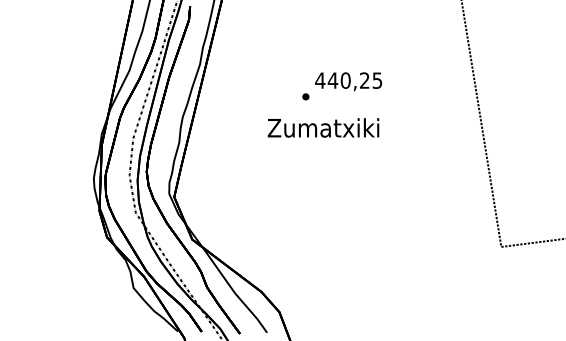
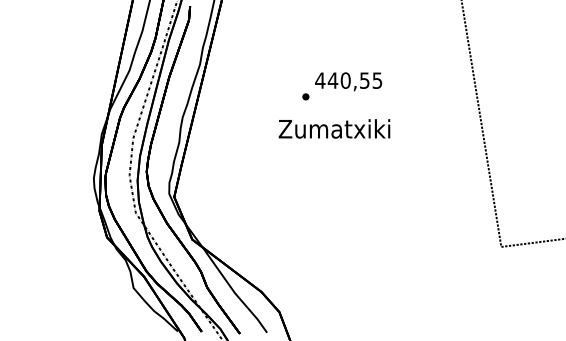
text at (364, 80): 440,25 -> 440,55
text at (323, 127) position: (323, 127) -> (334, 128)
